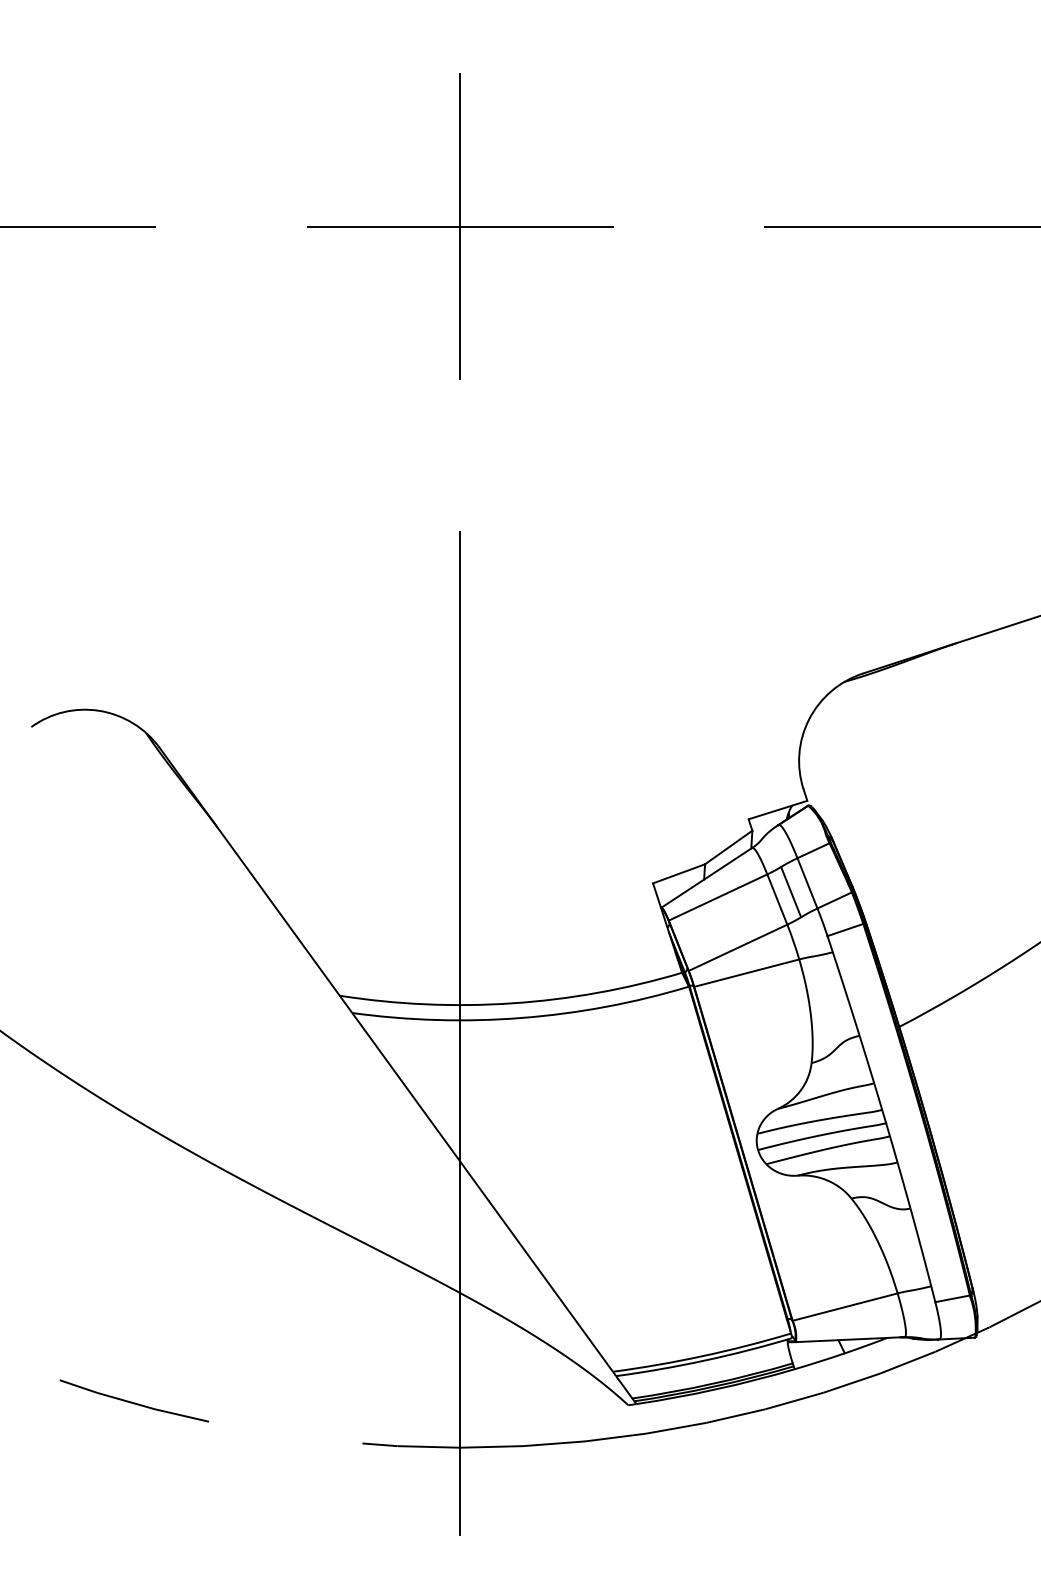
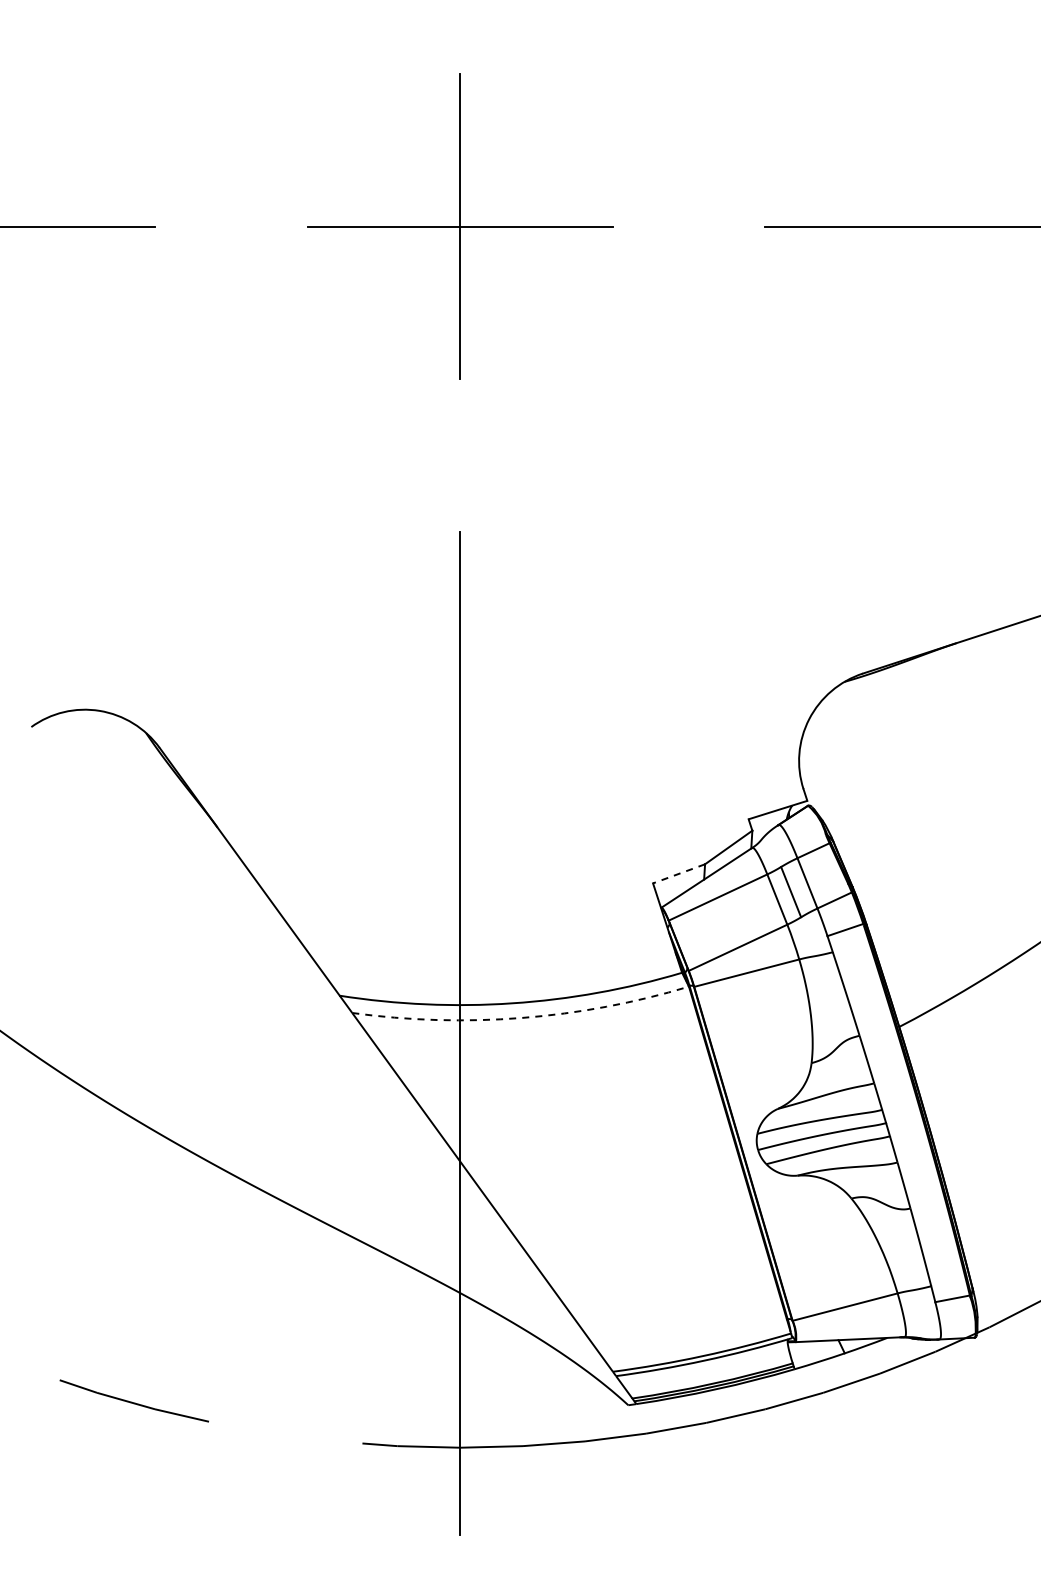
line at (679, 873): solid -> dashed
arc at (522, 1017): solid -> dashed
